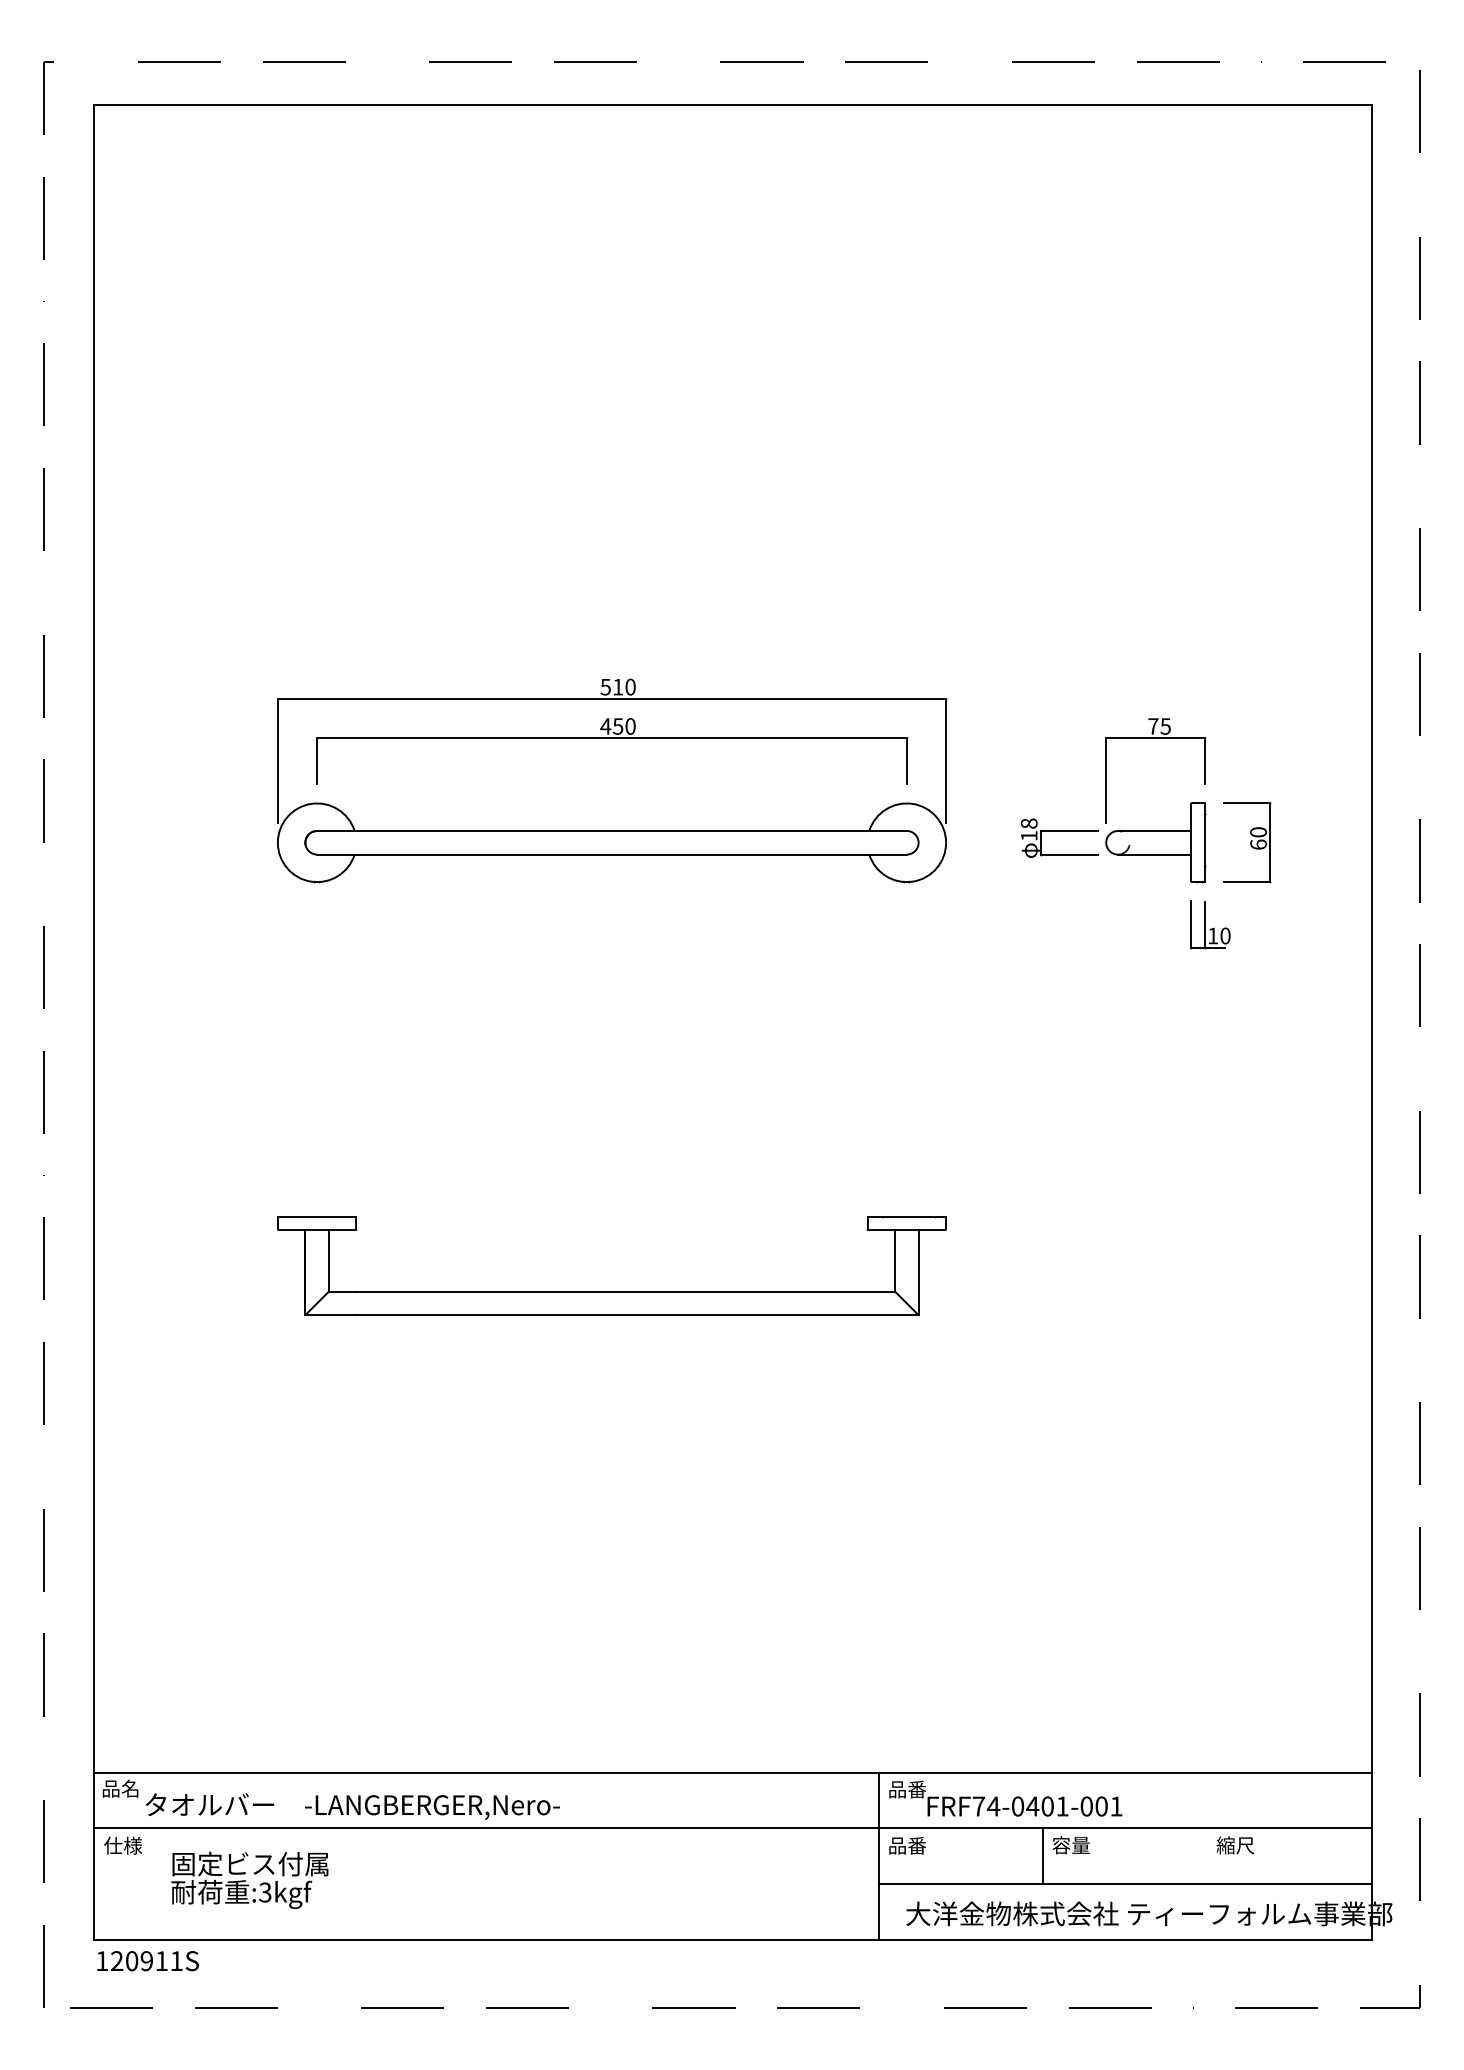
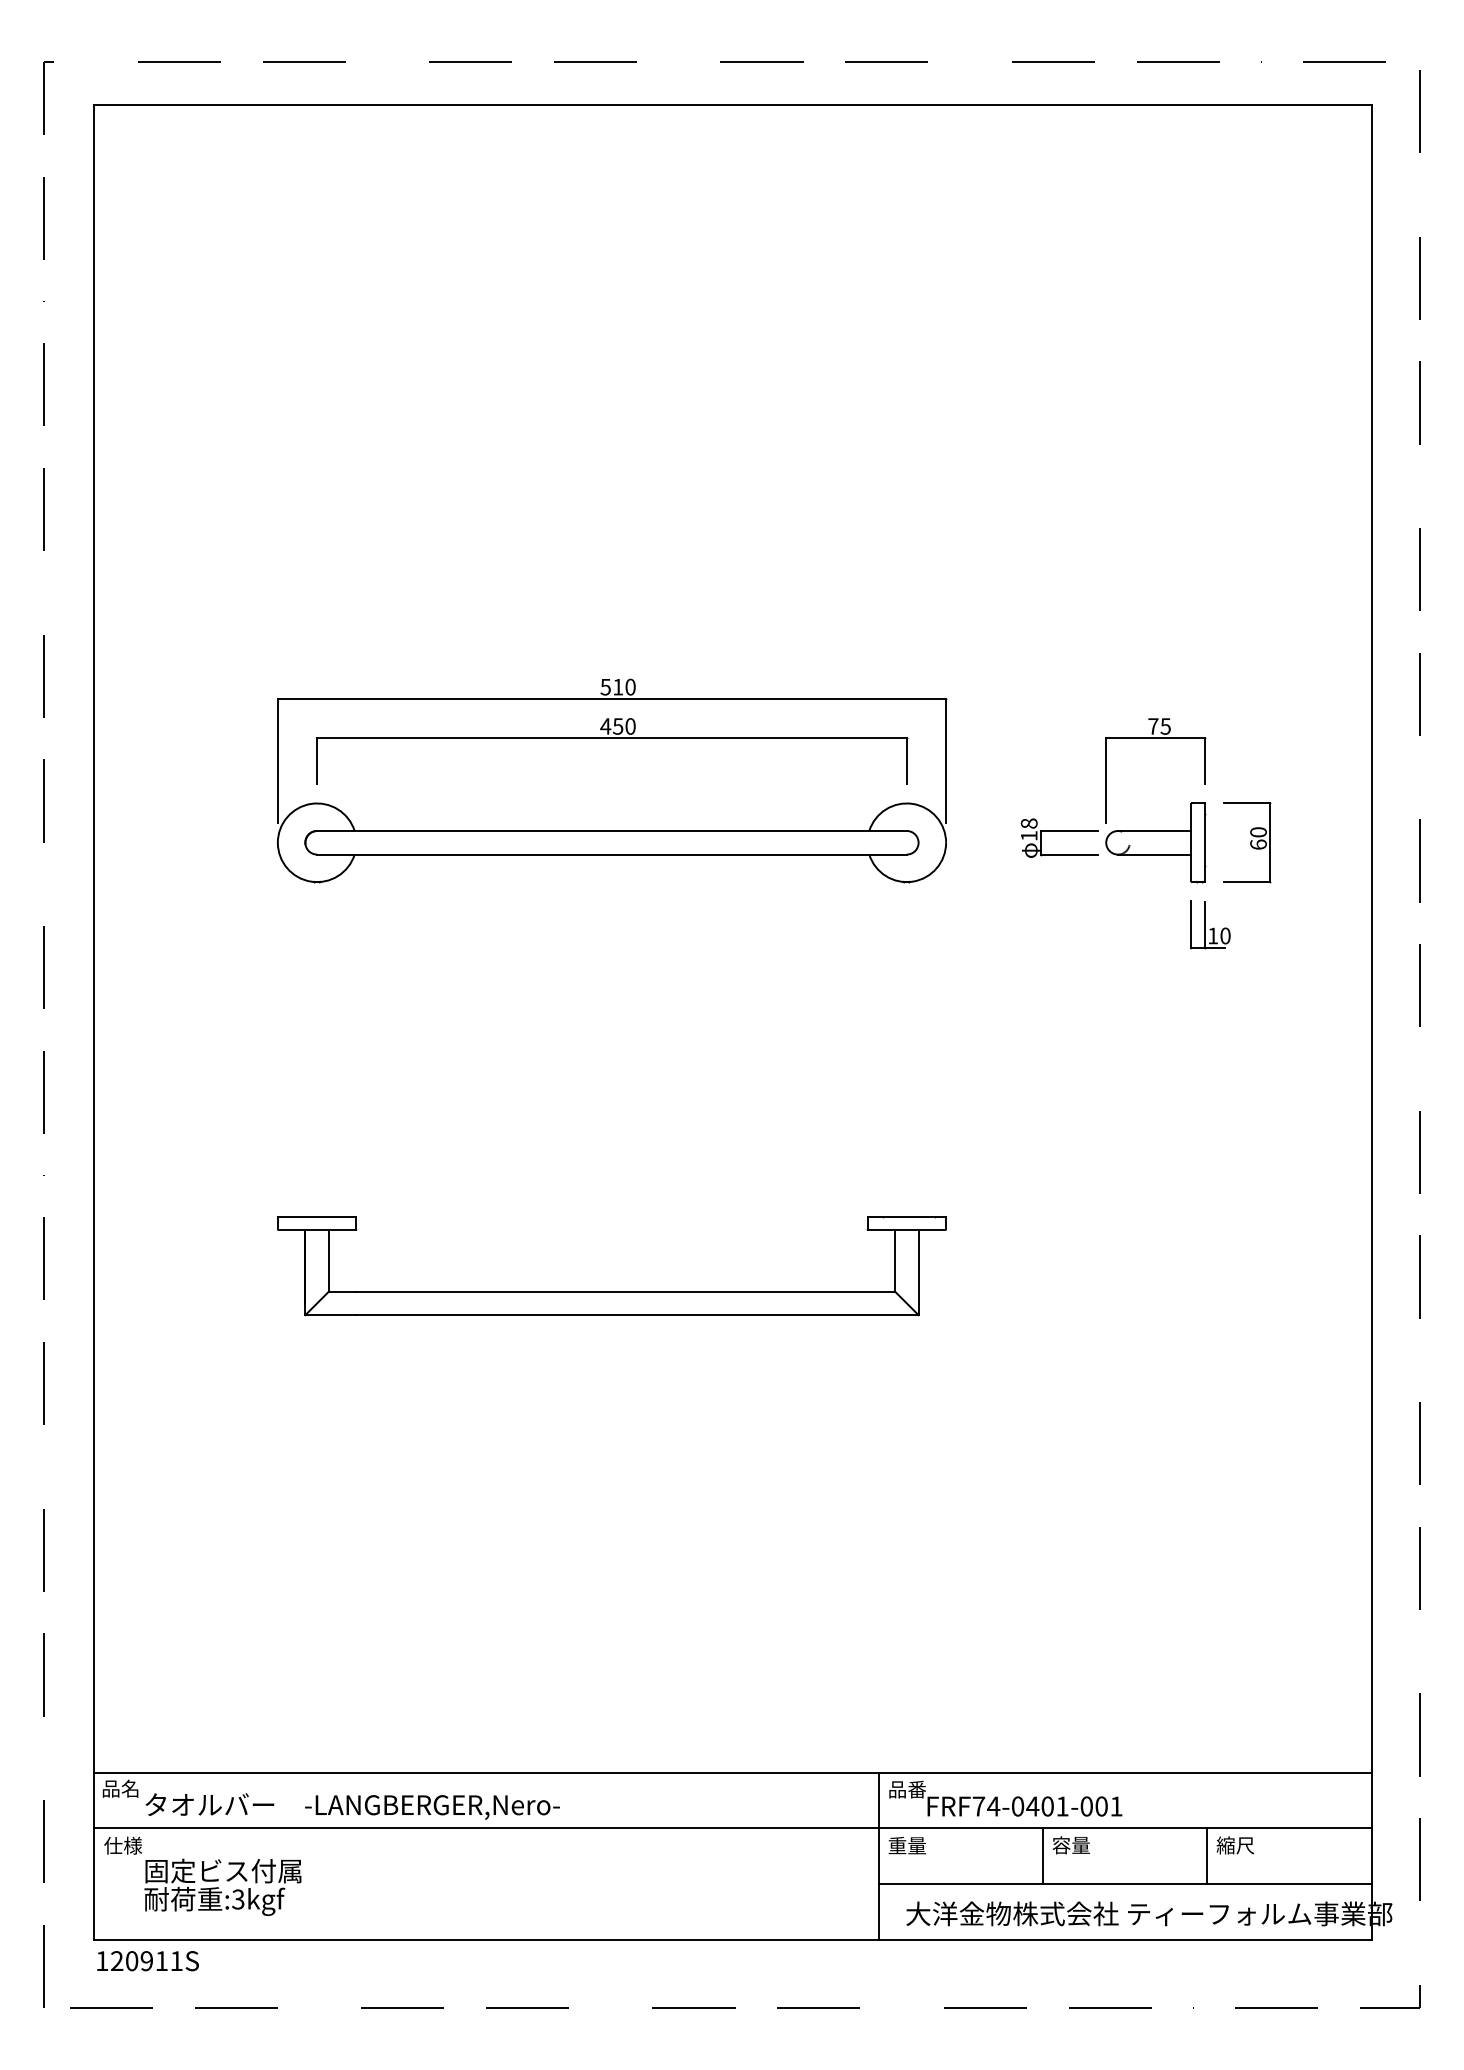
text at (907, 1845): 品番 -> 重量
line at (1207, 1855): none -> present
text at (249, 1879) position: (249, 1879) -> (222, 1886)
